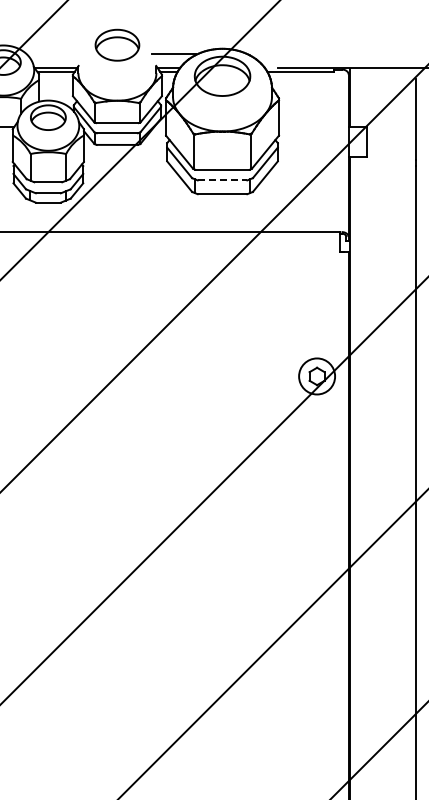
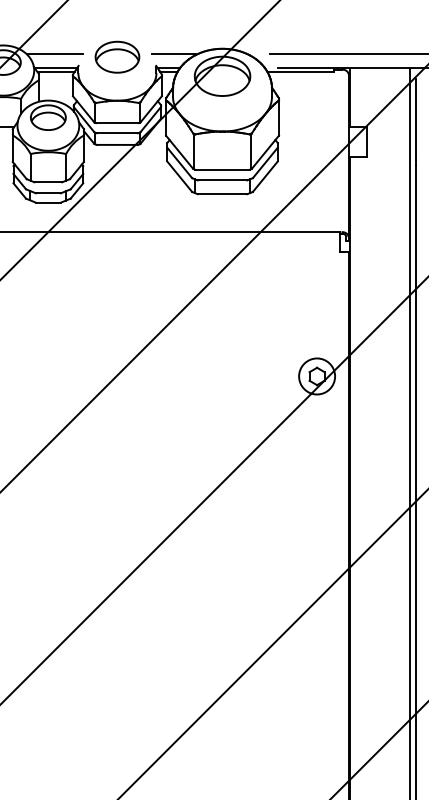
part at (117, 44) position: (117, 44) -> (117, 56)
line at (54, 54): none -> present
line at (347, 54): none -> present
line at (222, 180): dashed -> solid
line at (410, 432): none -> present
